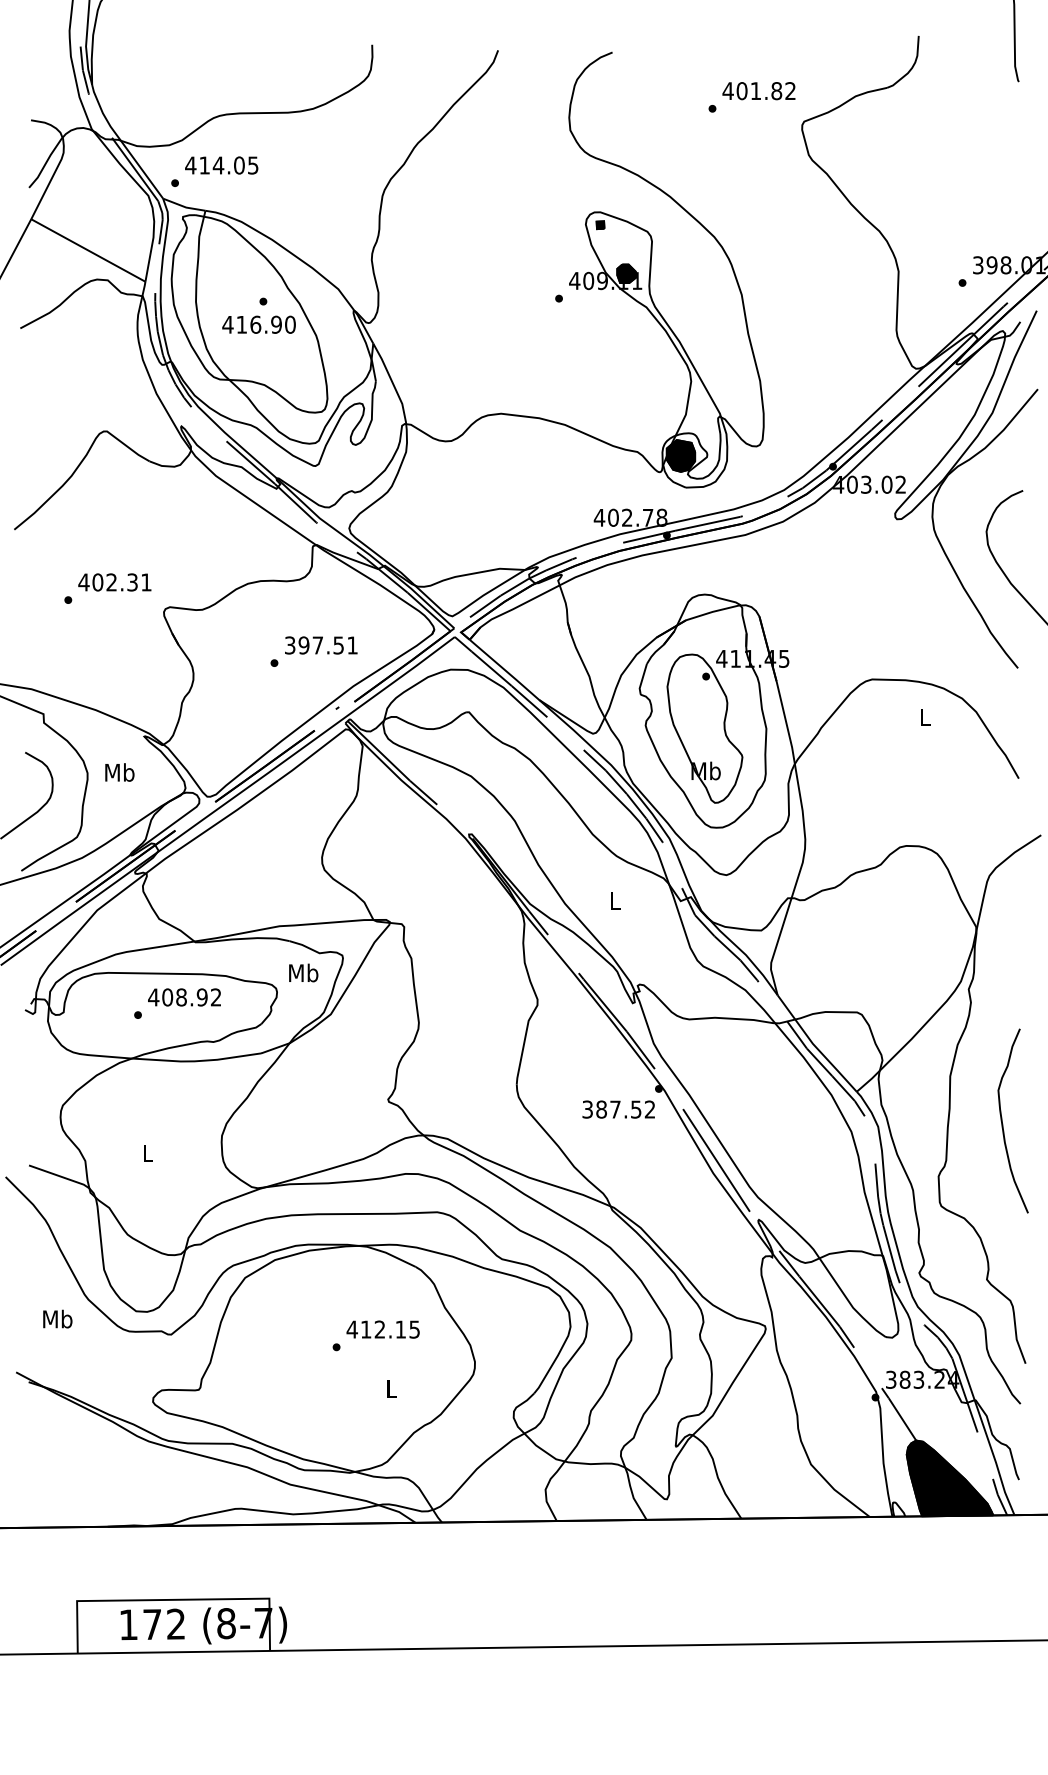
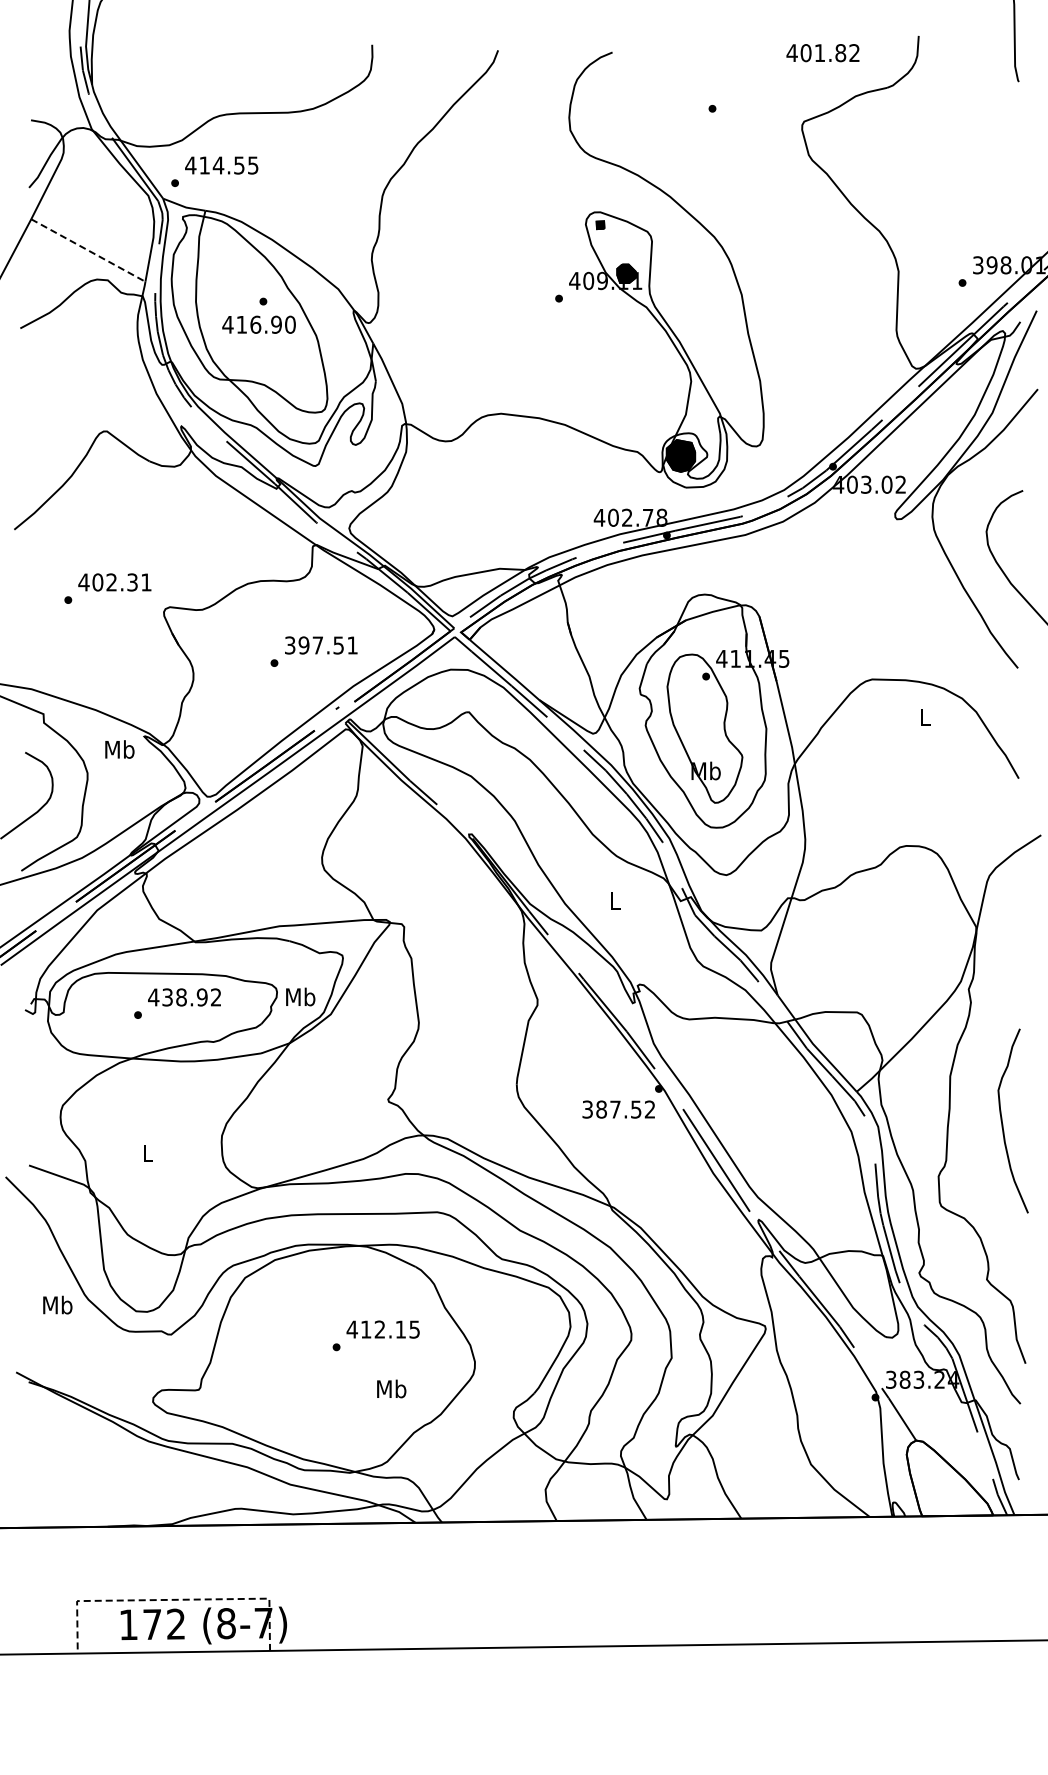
text at (758, 91) position: (758, 91) -> (822, 53)
text at (239, 165): 414.05 -> 414.55
line at (88, 250): solid -> dashed
text at (119, 772) position: (119, 772) -> (119, 749)
text at (303, 972) position: (303, 972) -> (300, 996)
text at (167, 997): 408.92 -> 438.92
text at (57, 1318) position: (57, 1318) -> (57, 1304)
text at (391, 1388): L -> Mb
fill at (949, 1478): present -> none
line at (172, 1599): solid -> dashed
